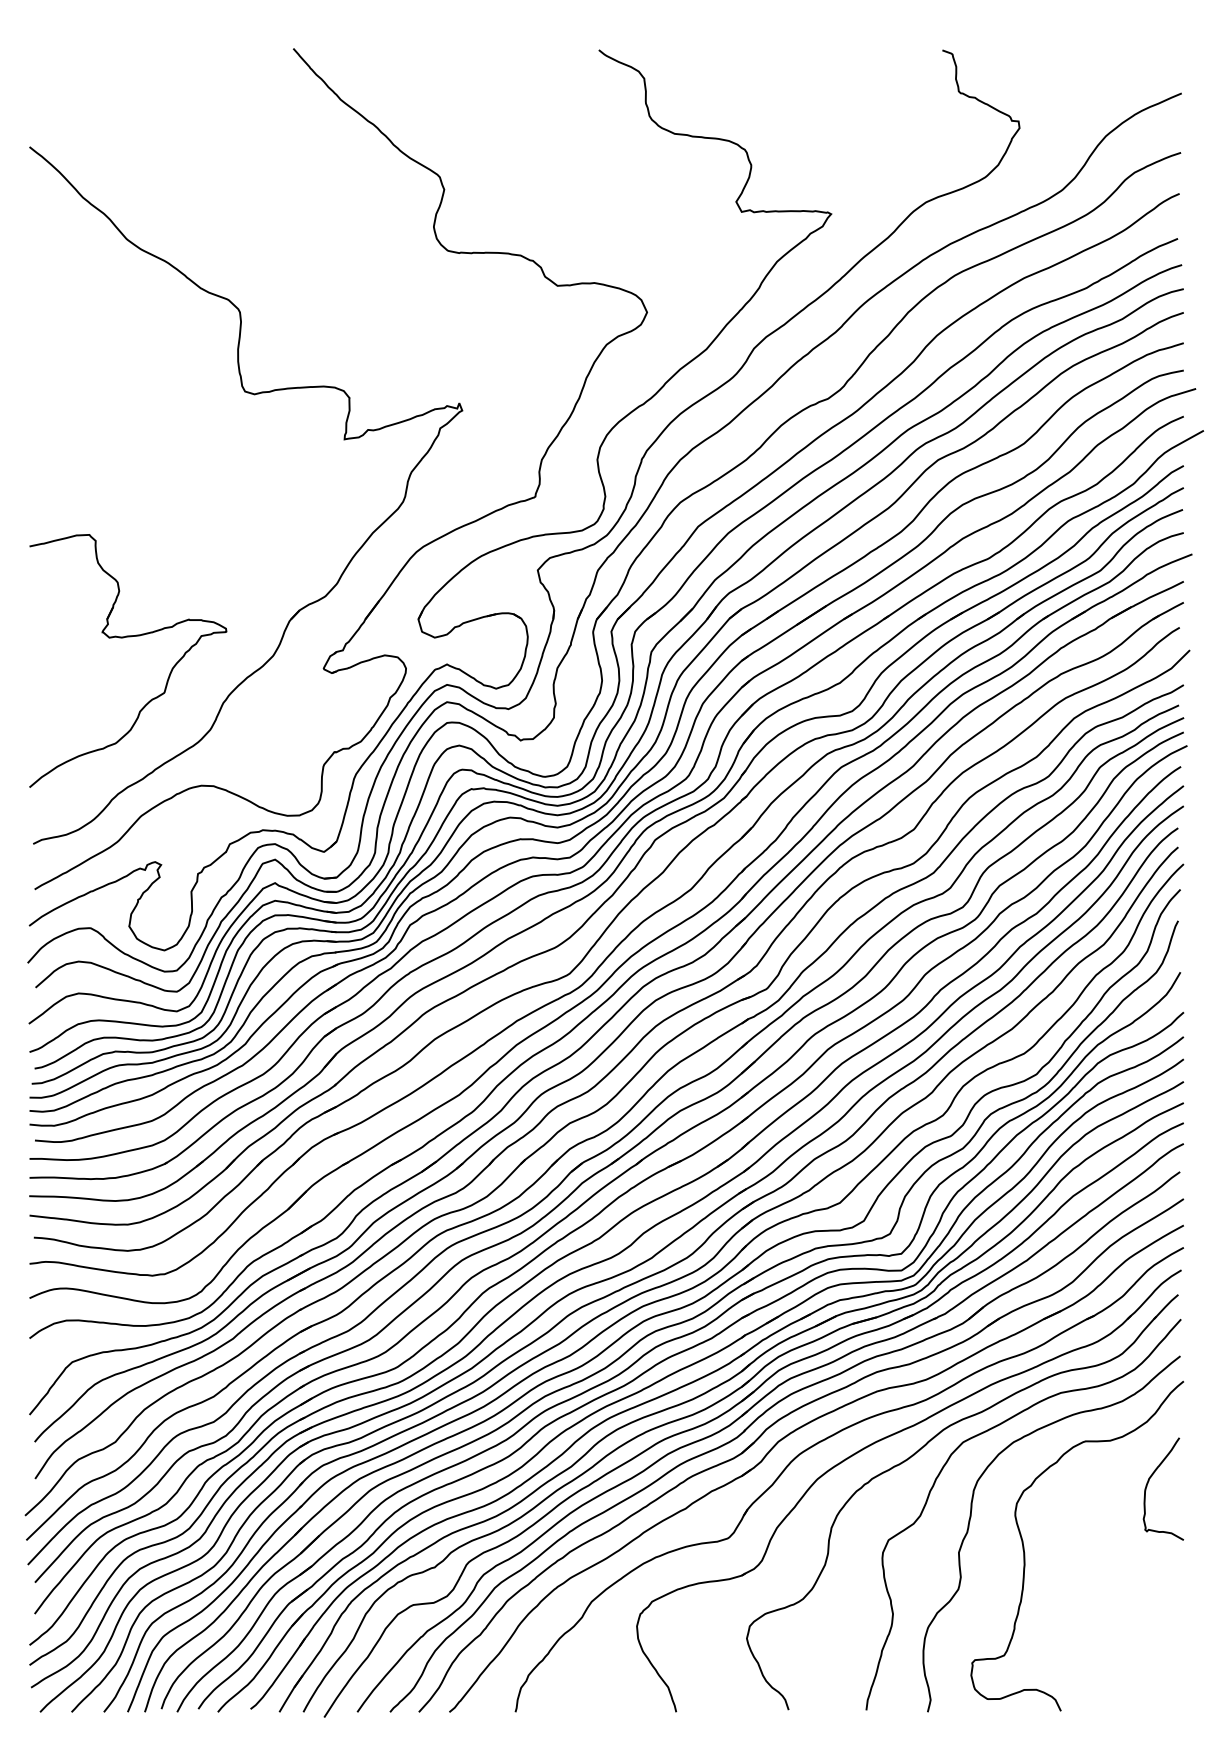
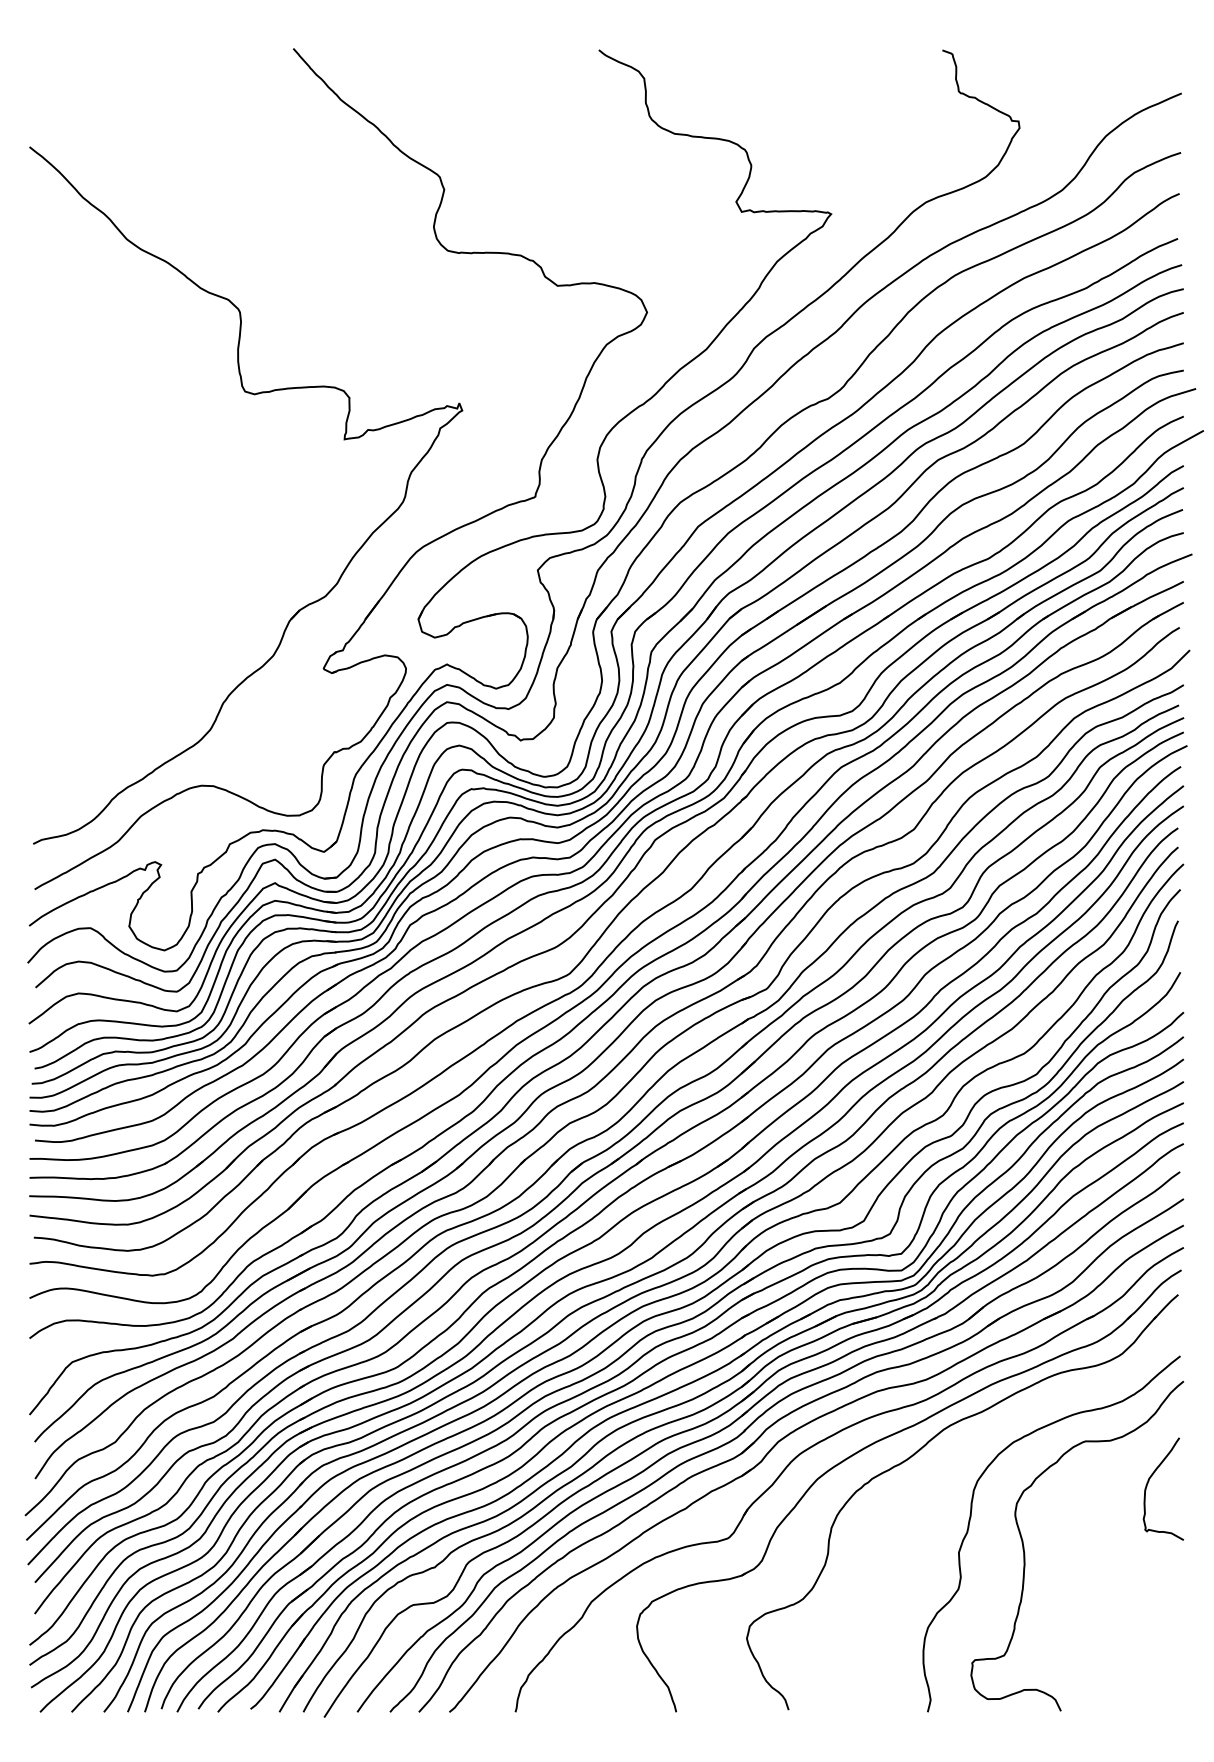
part at (123, 638): present -> none
curve at (986, 1432): present -> none
